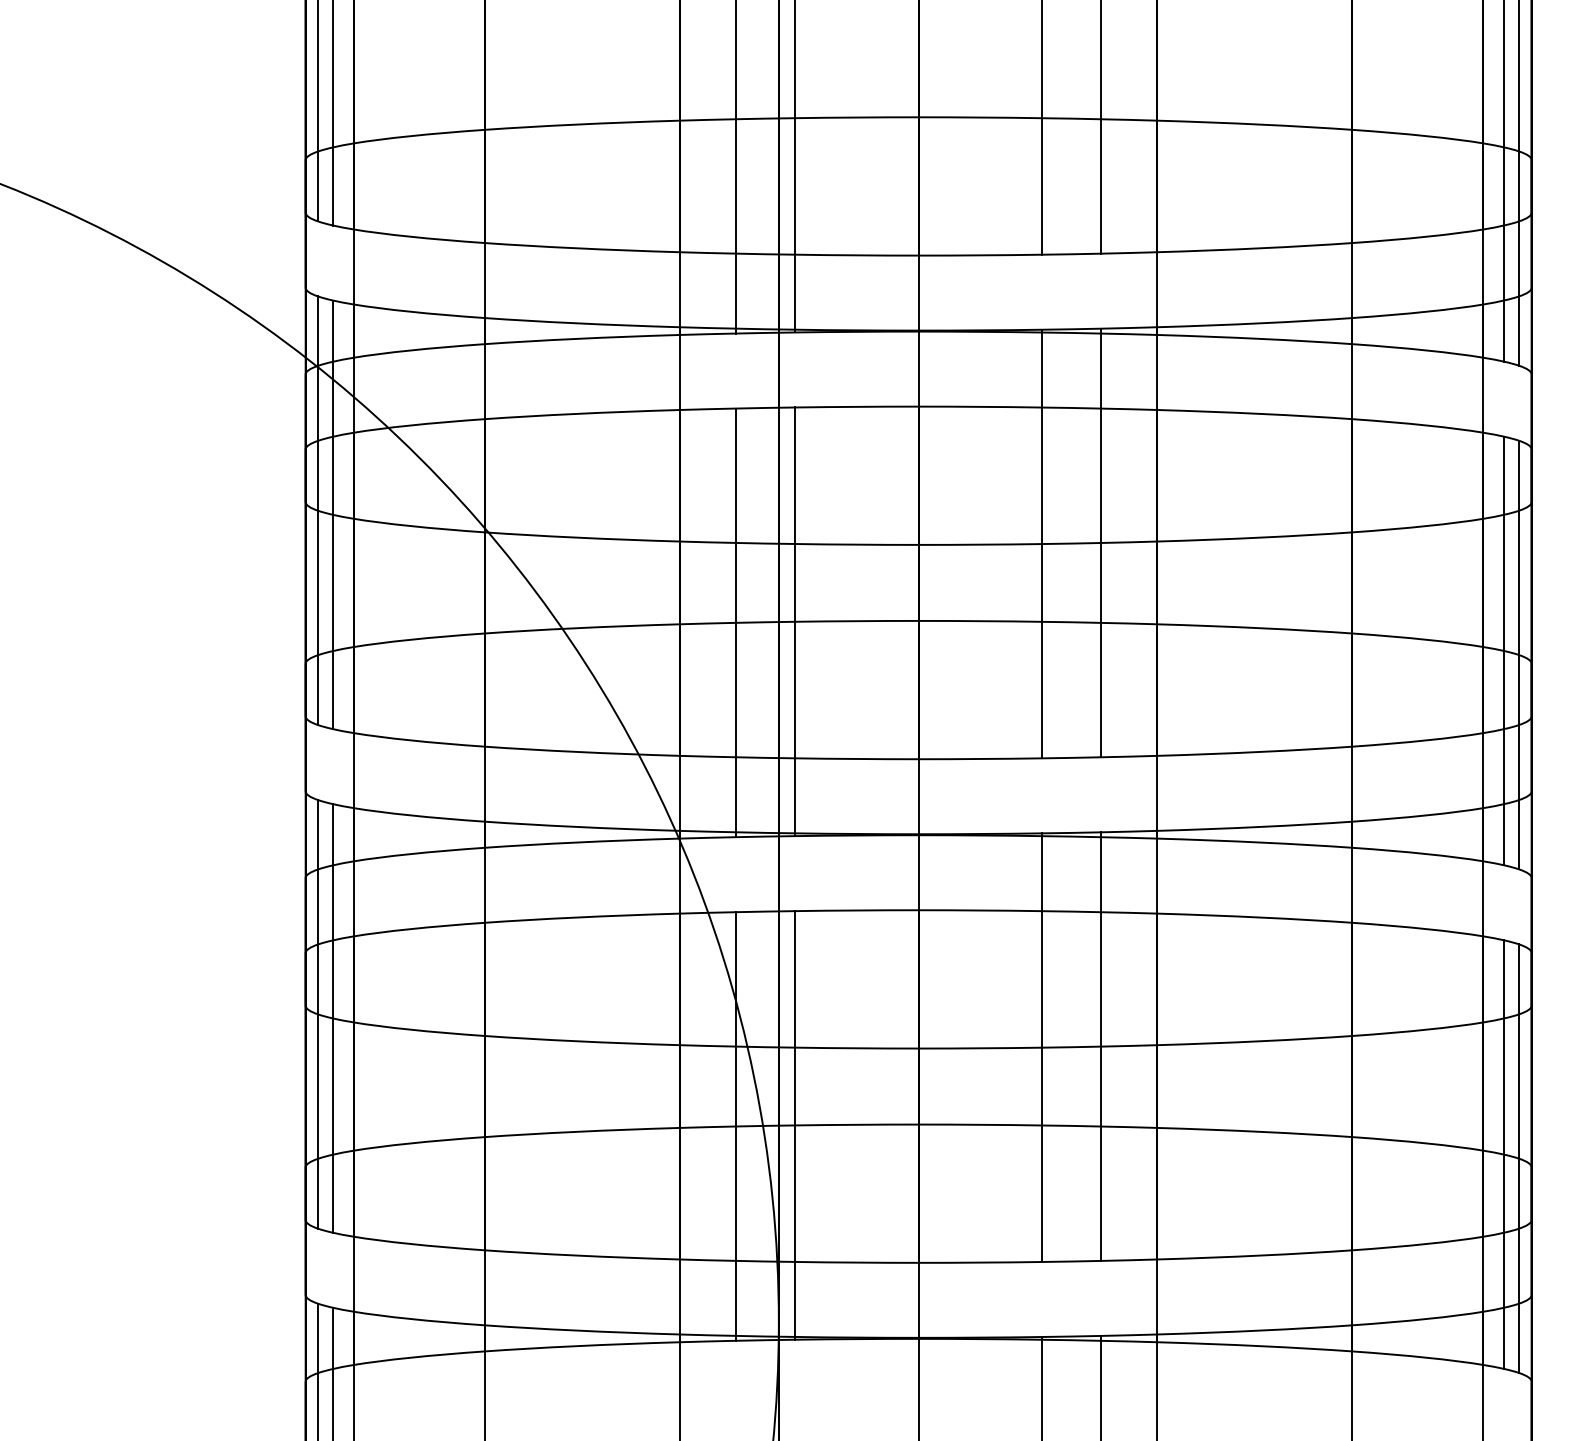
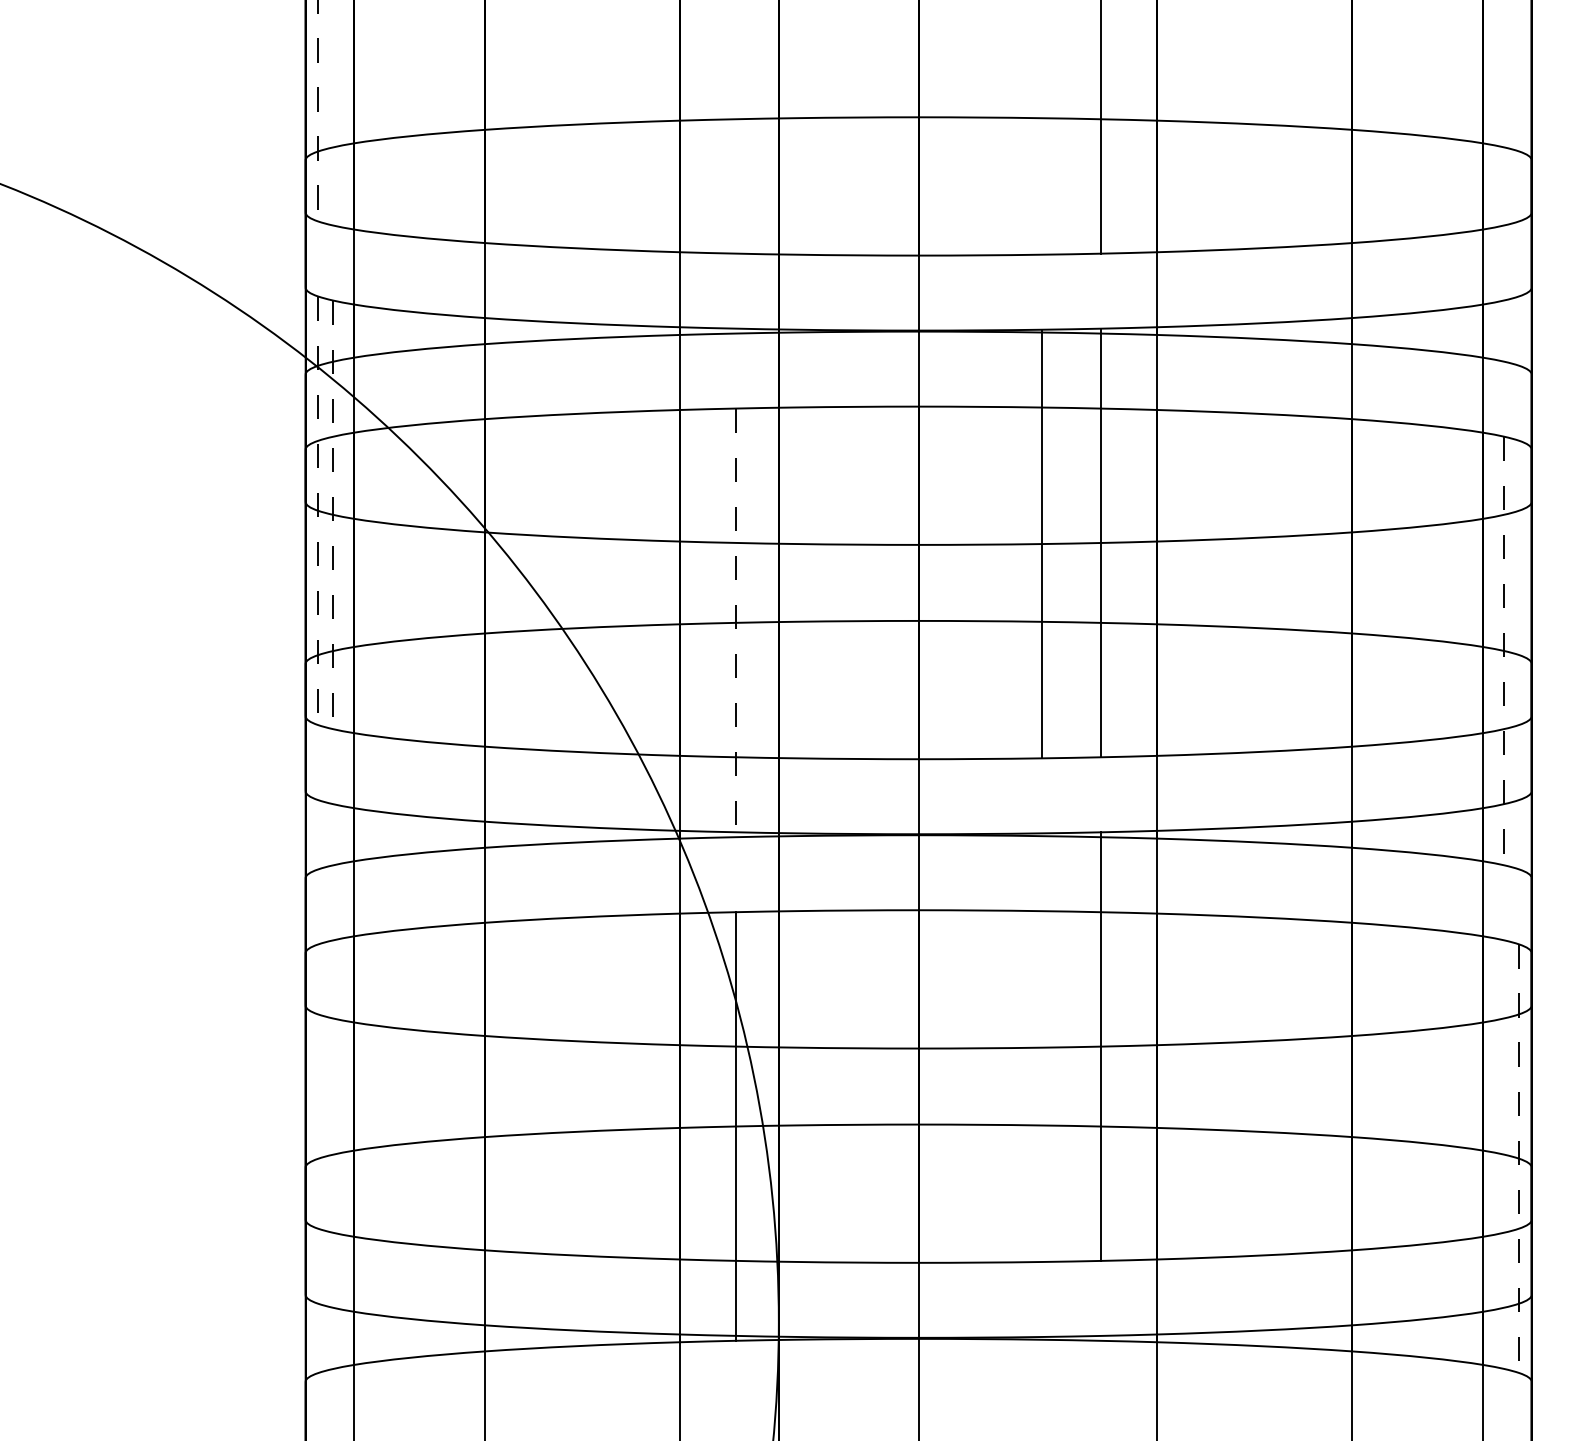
line at (318, 111): solid -> dashed
line at (333, 113): present -> none
line at (1042, 128): present -> none
line at (736, 167): present -> none
line at (795, 167): present -> none
line at (1504, 181): present -> none
line at (1519, 183): present -> none
line at (318, 511): solid -> dashed
line at (333, 515): solid -> dashed
line at (795, 621): present -> none
line at (736, 623): solid -> dashed
line at (1504, 651): solid -> dashed
line at (1519, 654): present -> none
line at (318, 1014): present -> none
line at (333, 1018): present -> none
line at (1042, 1047): present -> none
line at (795, 1125): present -> none
line at (1504, 1154): present -> none
line at (1519, 1159): solid -> dashed
line at (318, 1370): present -> none
line at (333, 1372): present -> none
line at (1042, 1386): present -> none
line at (1100, 1386): present -> none
